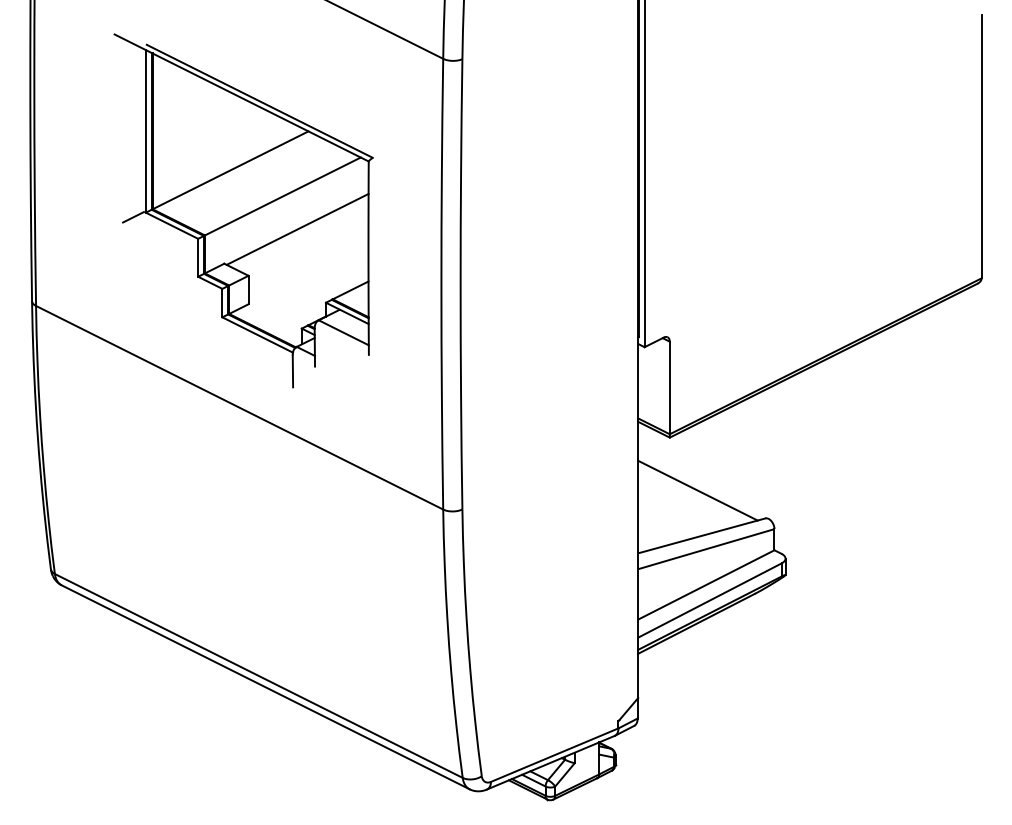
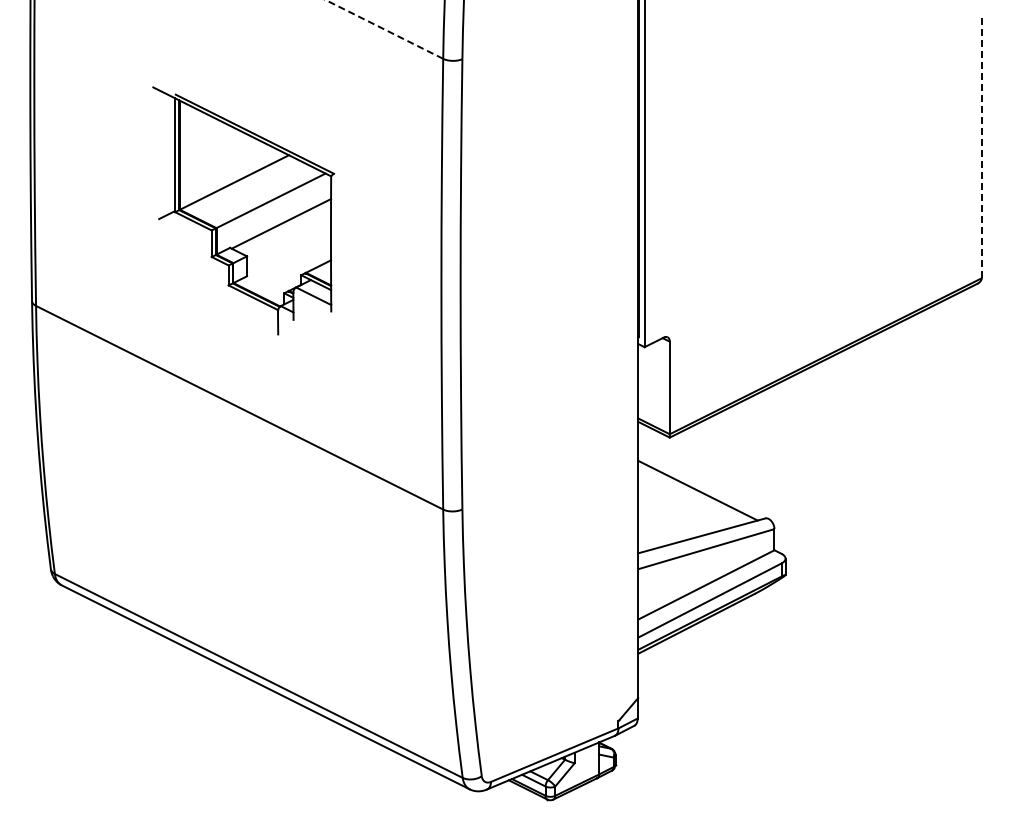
line at (384, 29): solid -> dashed
line at (981, 146): solid -> dashed
part at (243, 210) size: 261x356 px -> 183x250 px
